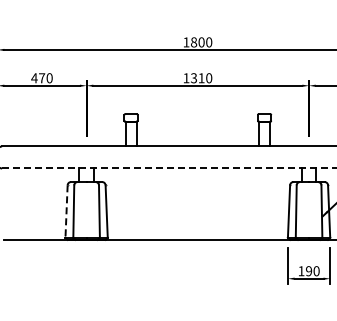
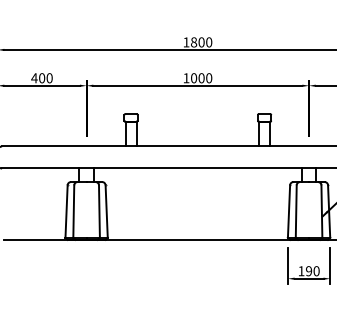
text at (42, 78): 470 -> 400
text at (197, 78): 1310 -> 1000
line at (169, 168): dashed -> solid
line at (66, 212): dashed -> solid
